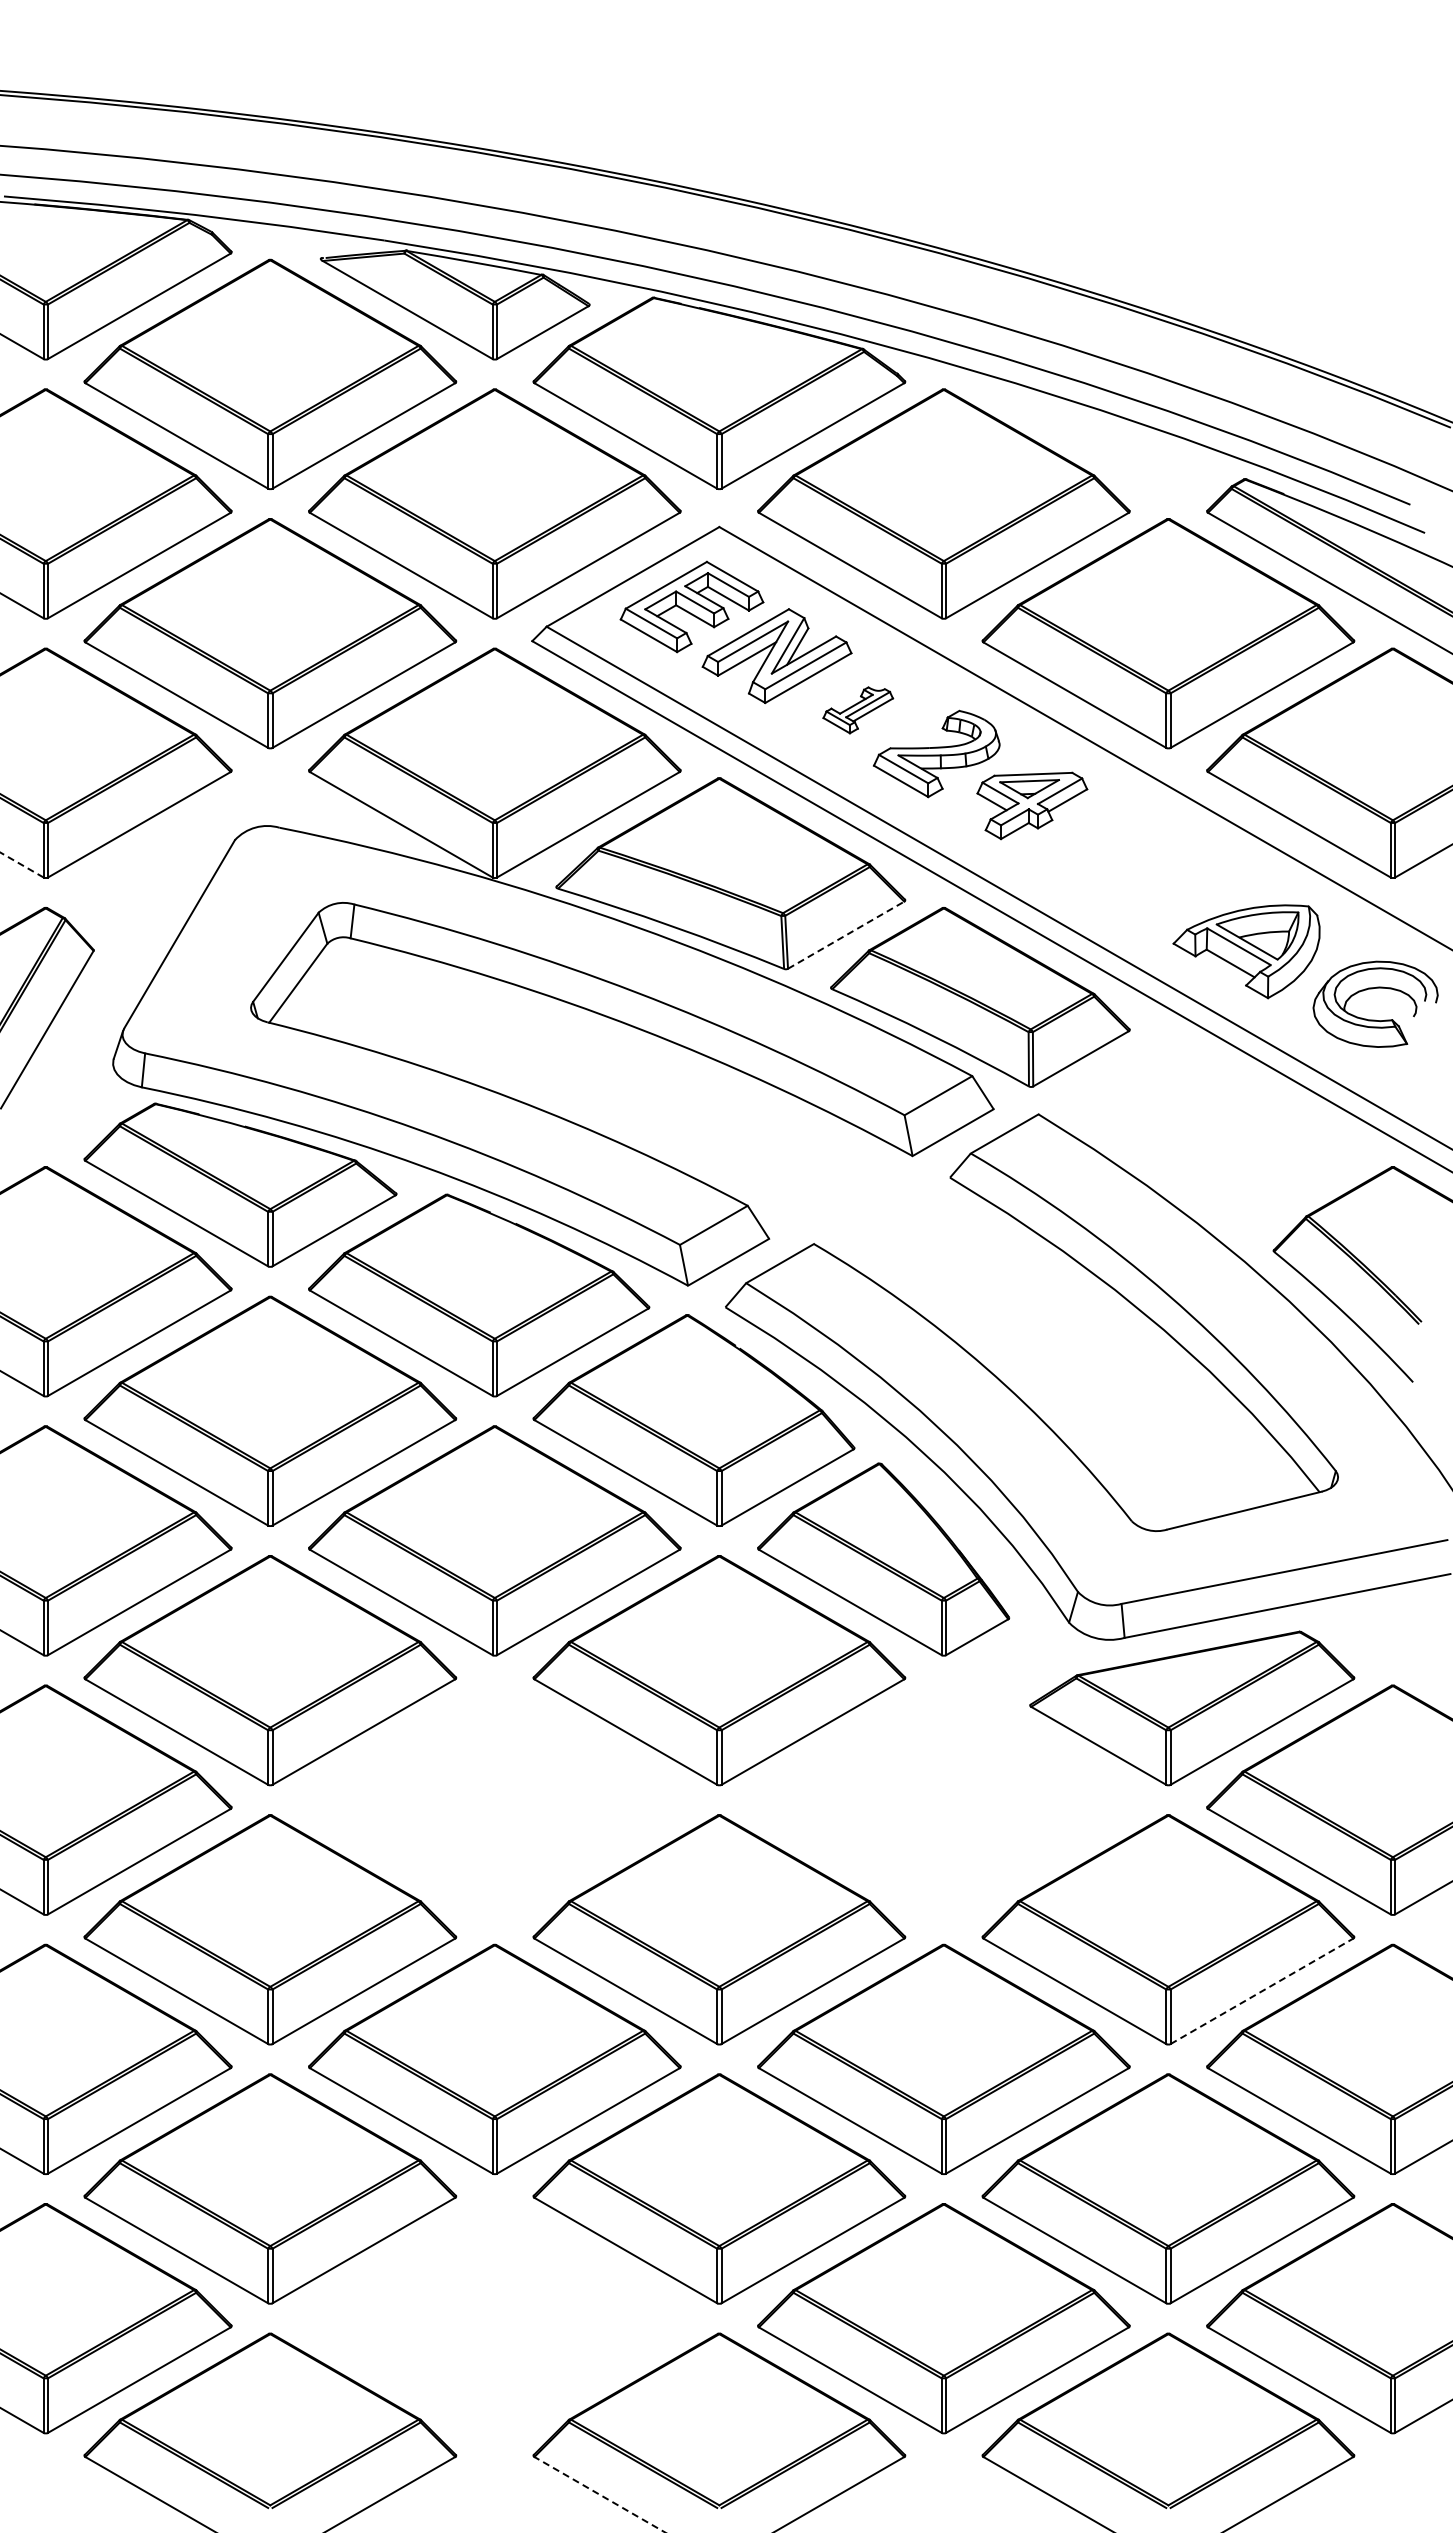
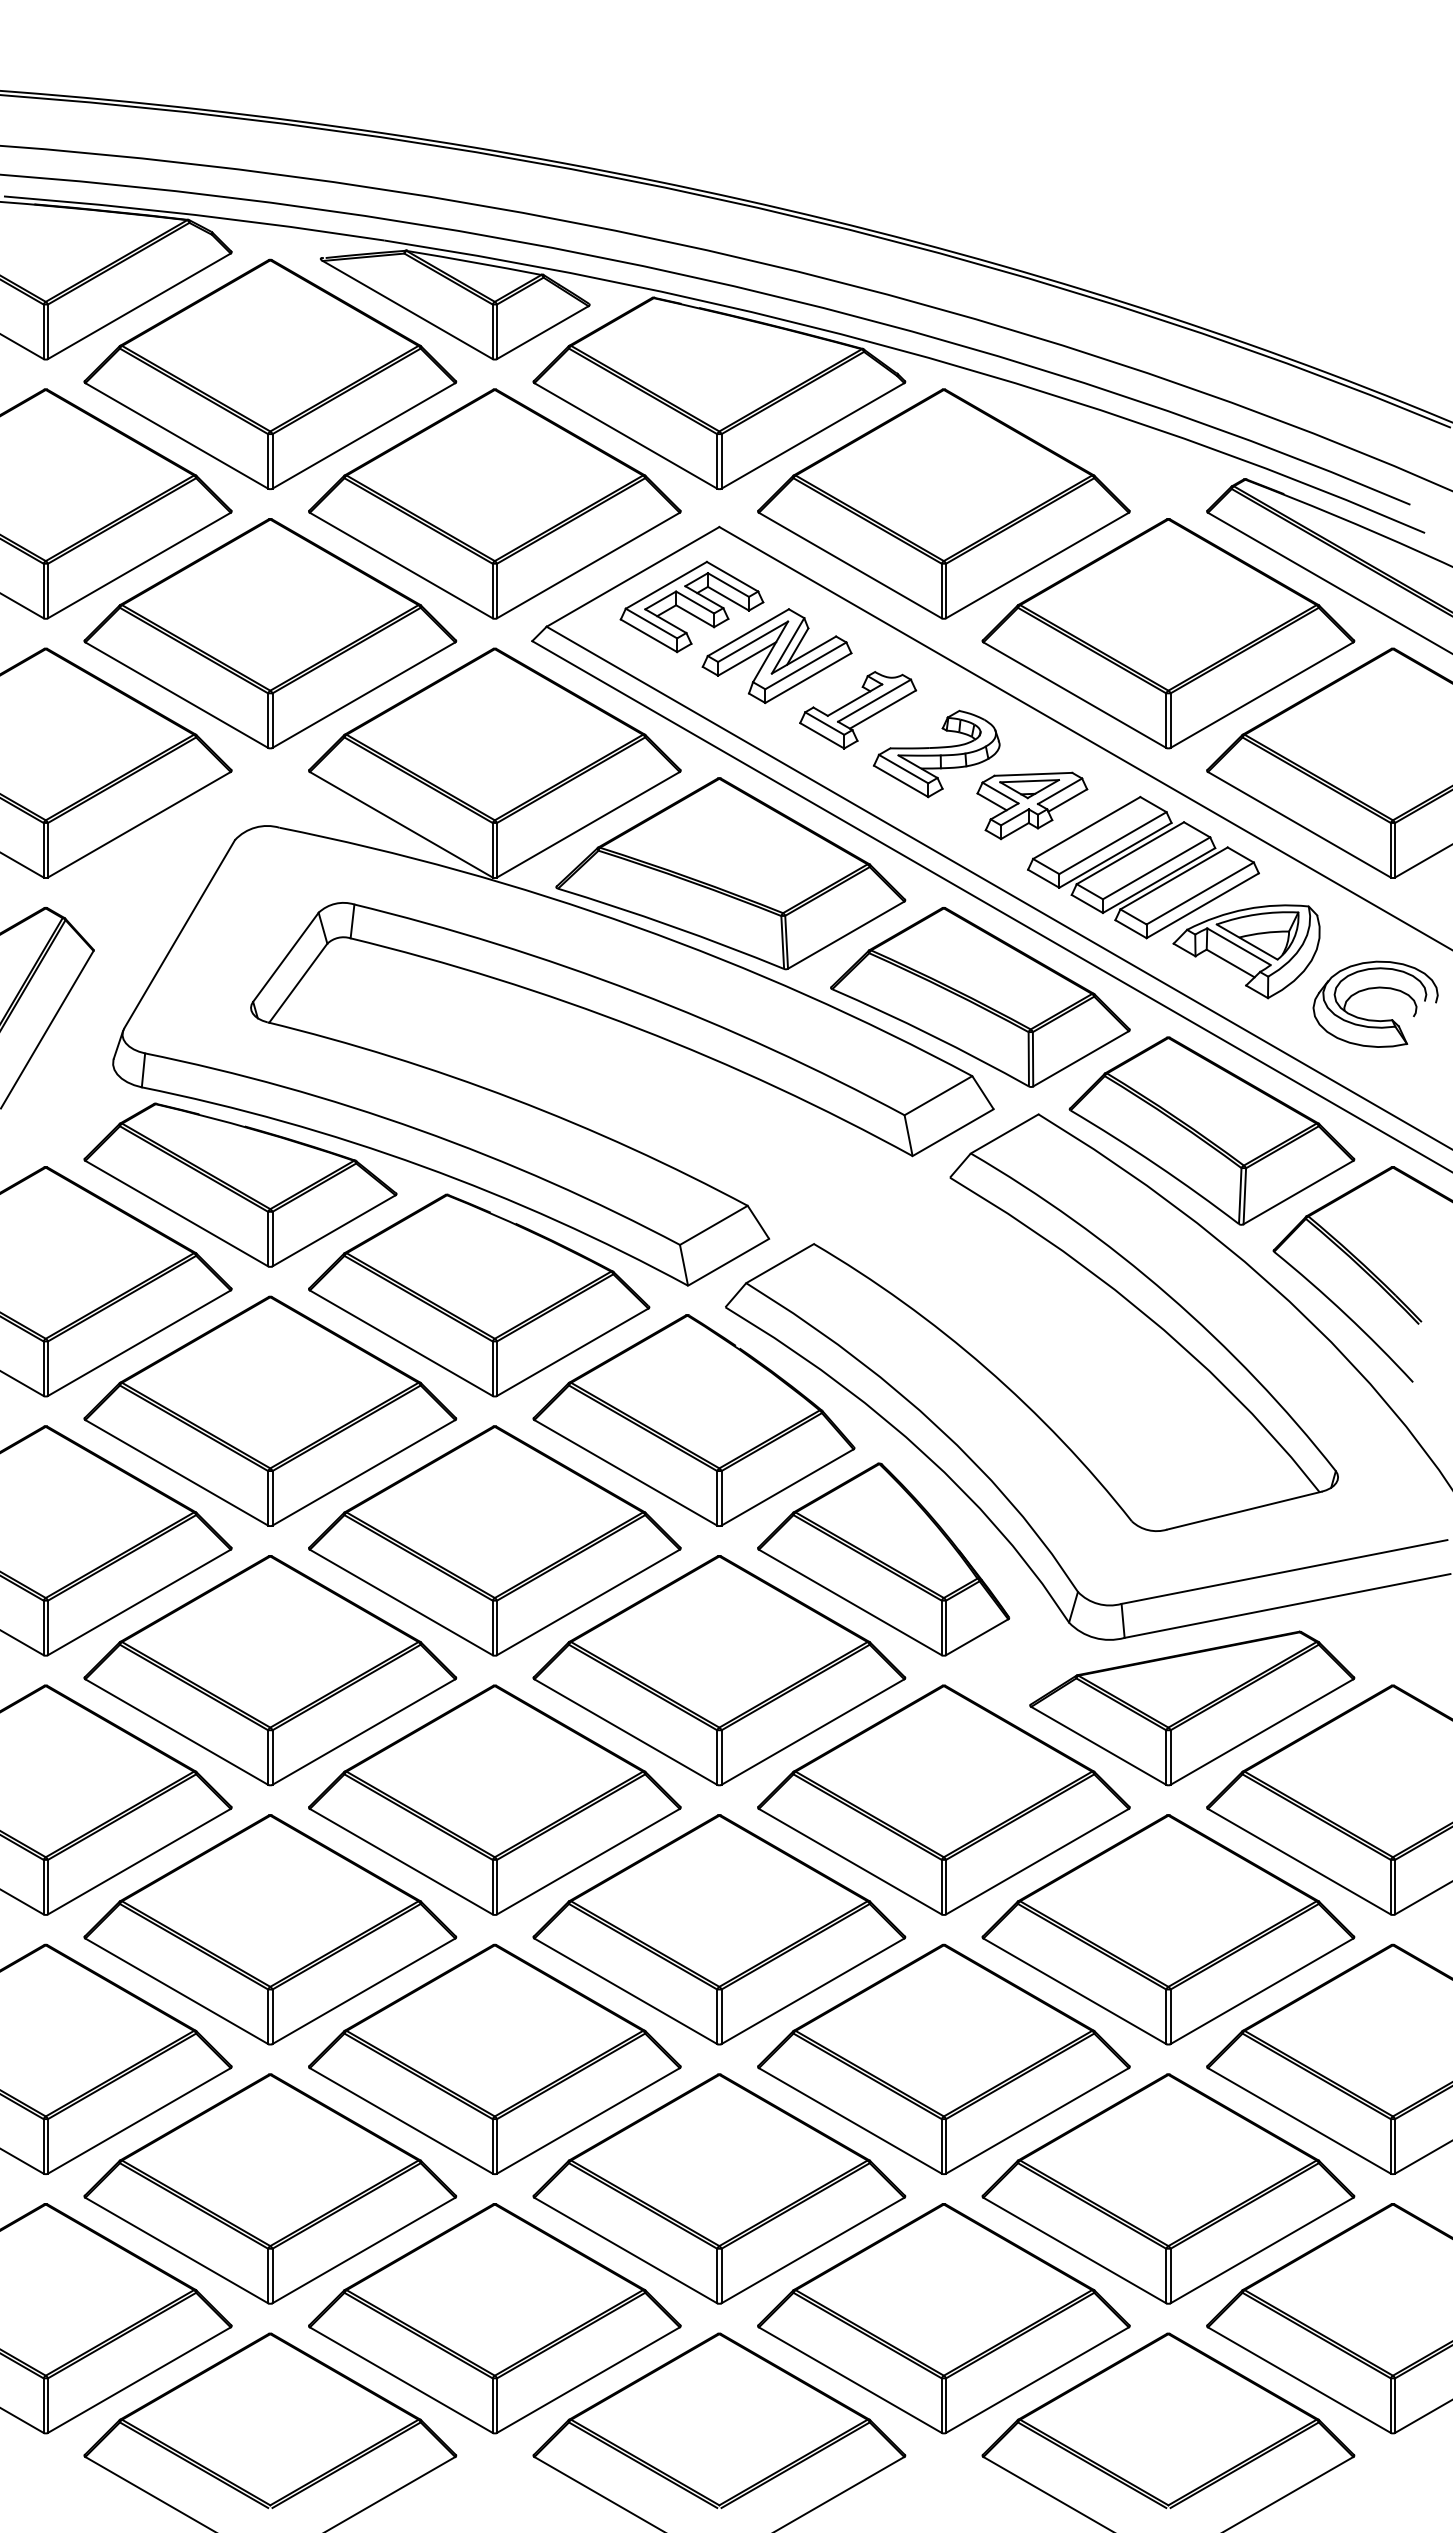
part at (858, 710) size: 73x49 px -> 119x79 px
line at (22, 865): dashed -> solid
part at (1143, 867): none -> present
line at (846, 934): dashed -> solid
part at (1211, 1130): none -> present
part at (494, 1799): none -> present
part at (943, 1799): none -> present
line at (1261, 1991): dashed -> solid
part at (494, 2318): none -> present
line at (599, 2494): dashed -> solid
